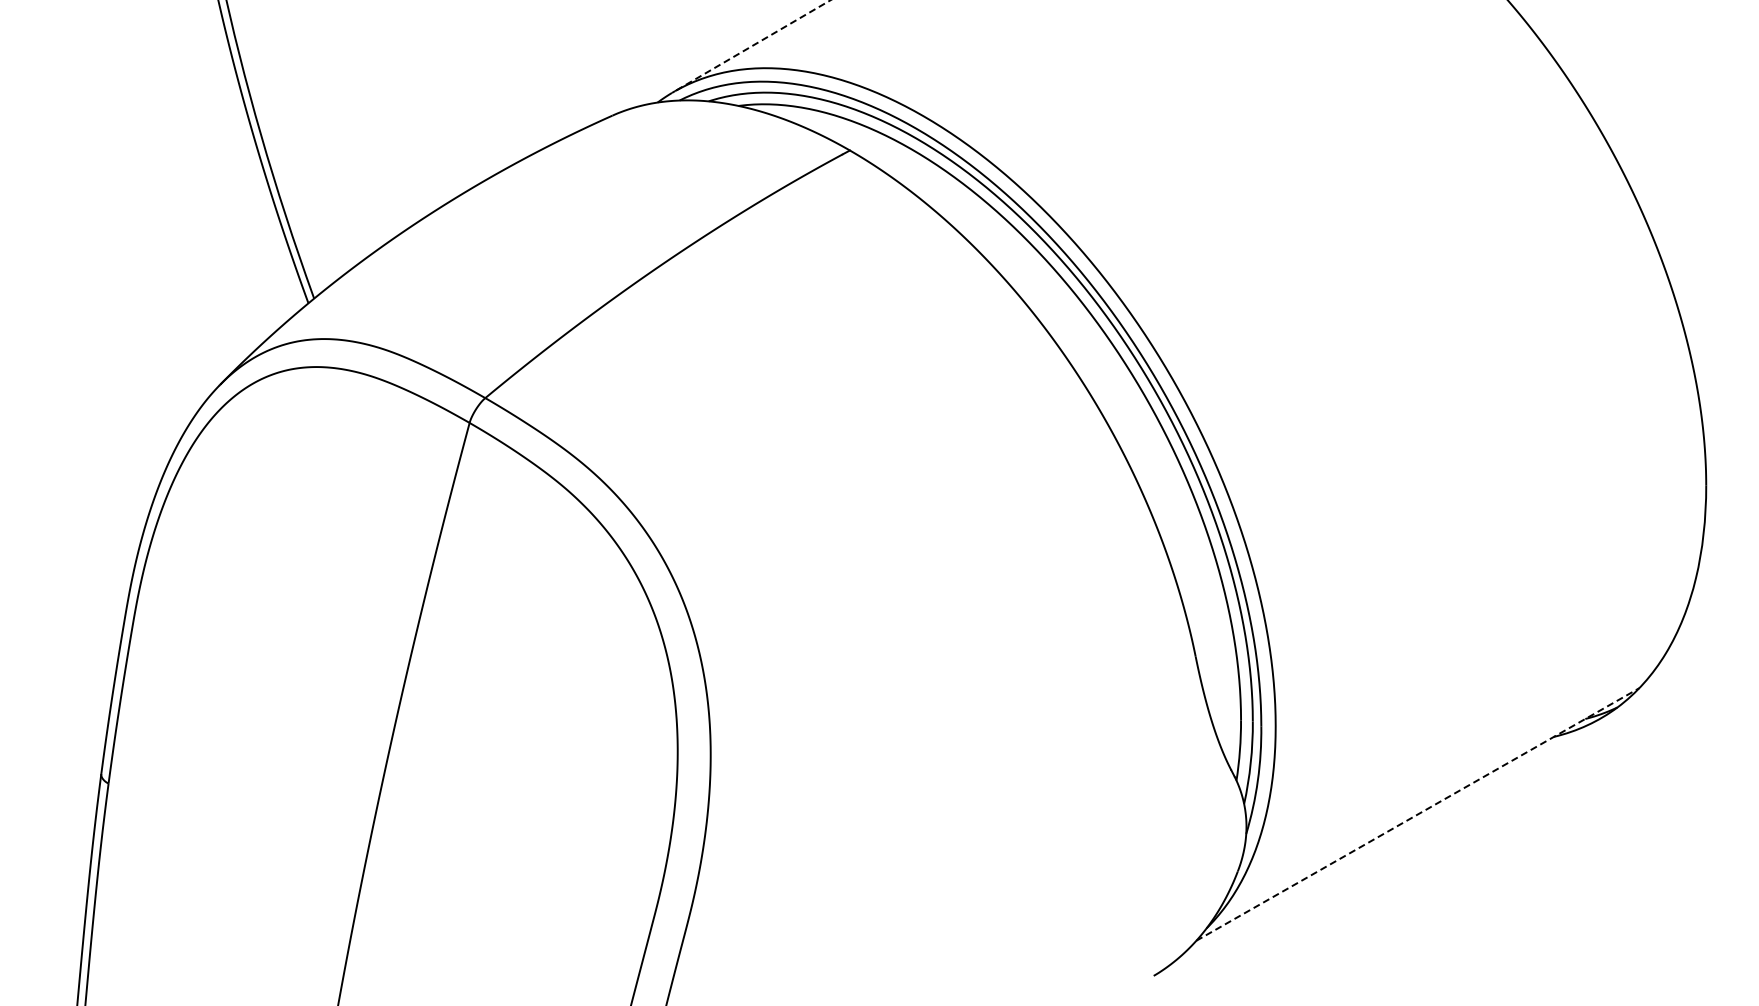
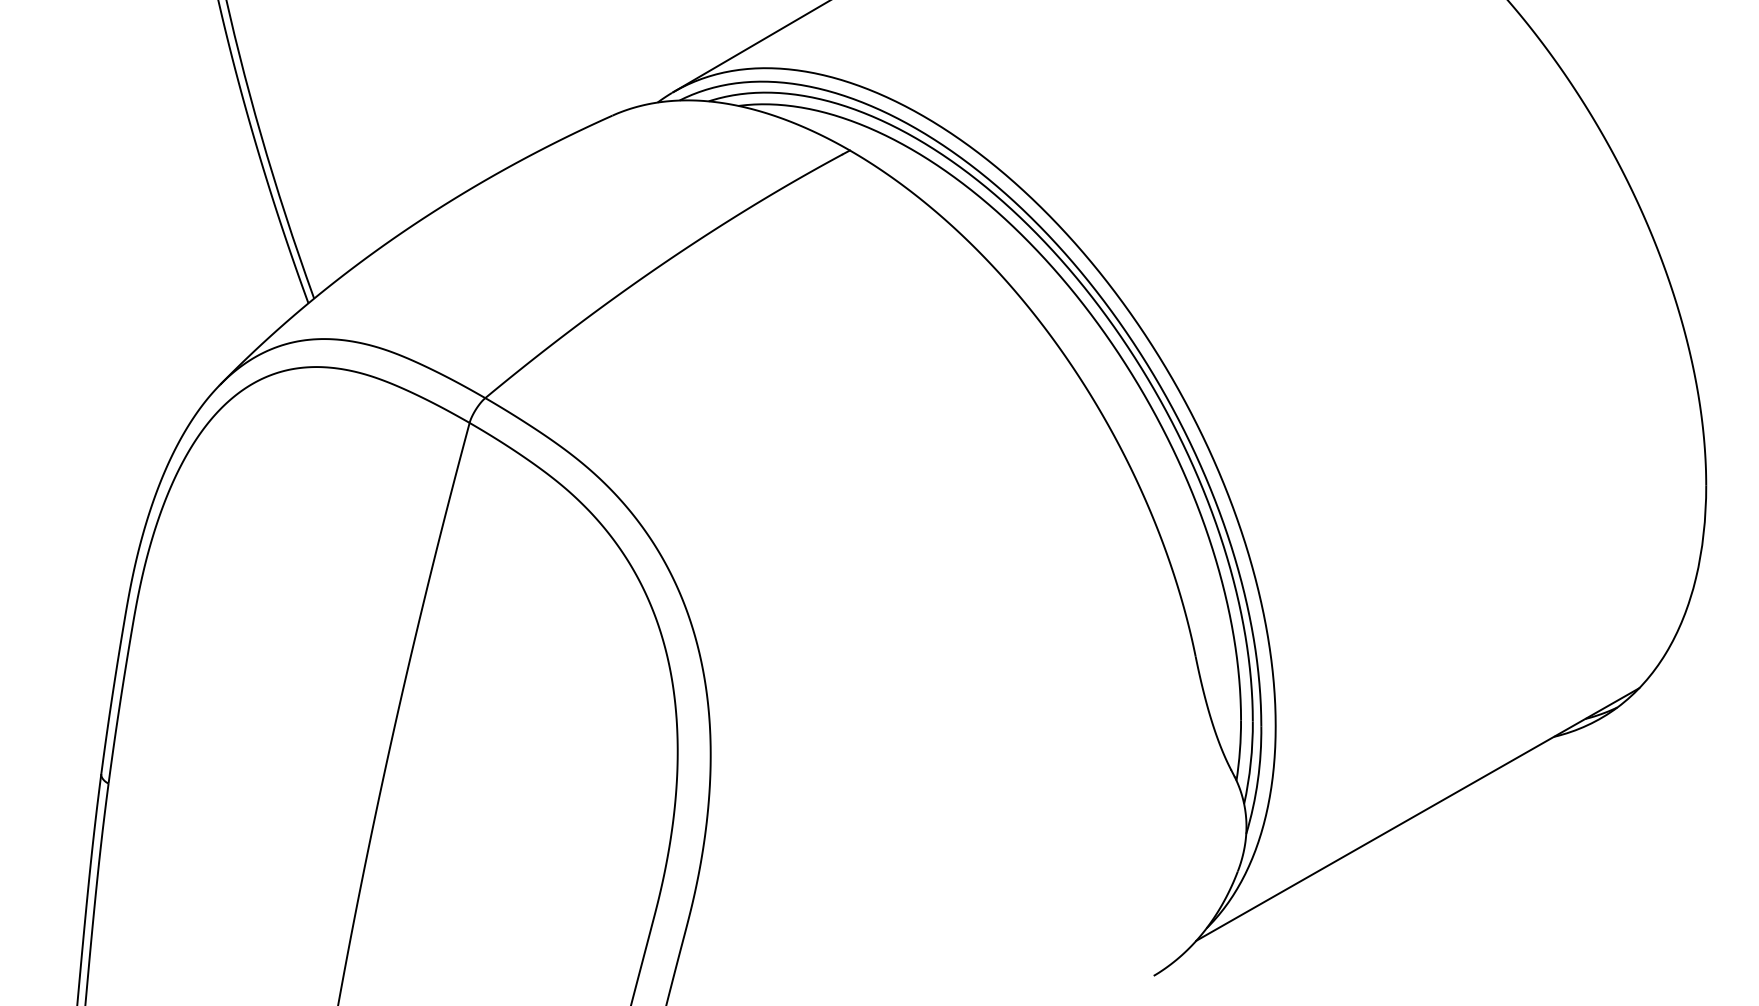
line at (752, 46): dashed -> solid
line at (1417, 814): dashed -> solid
